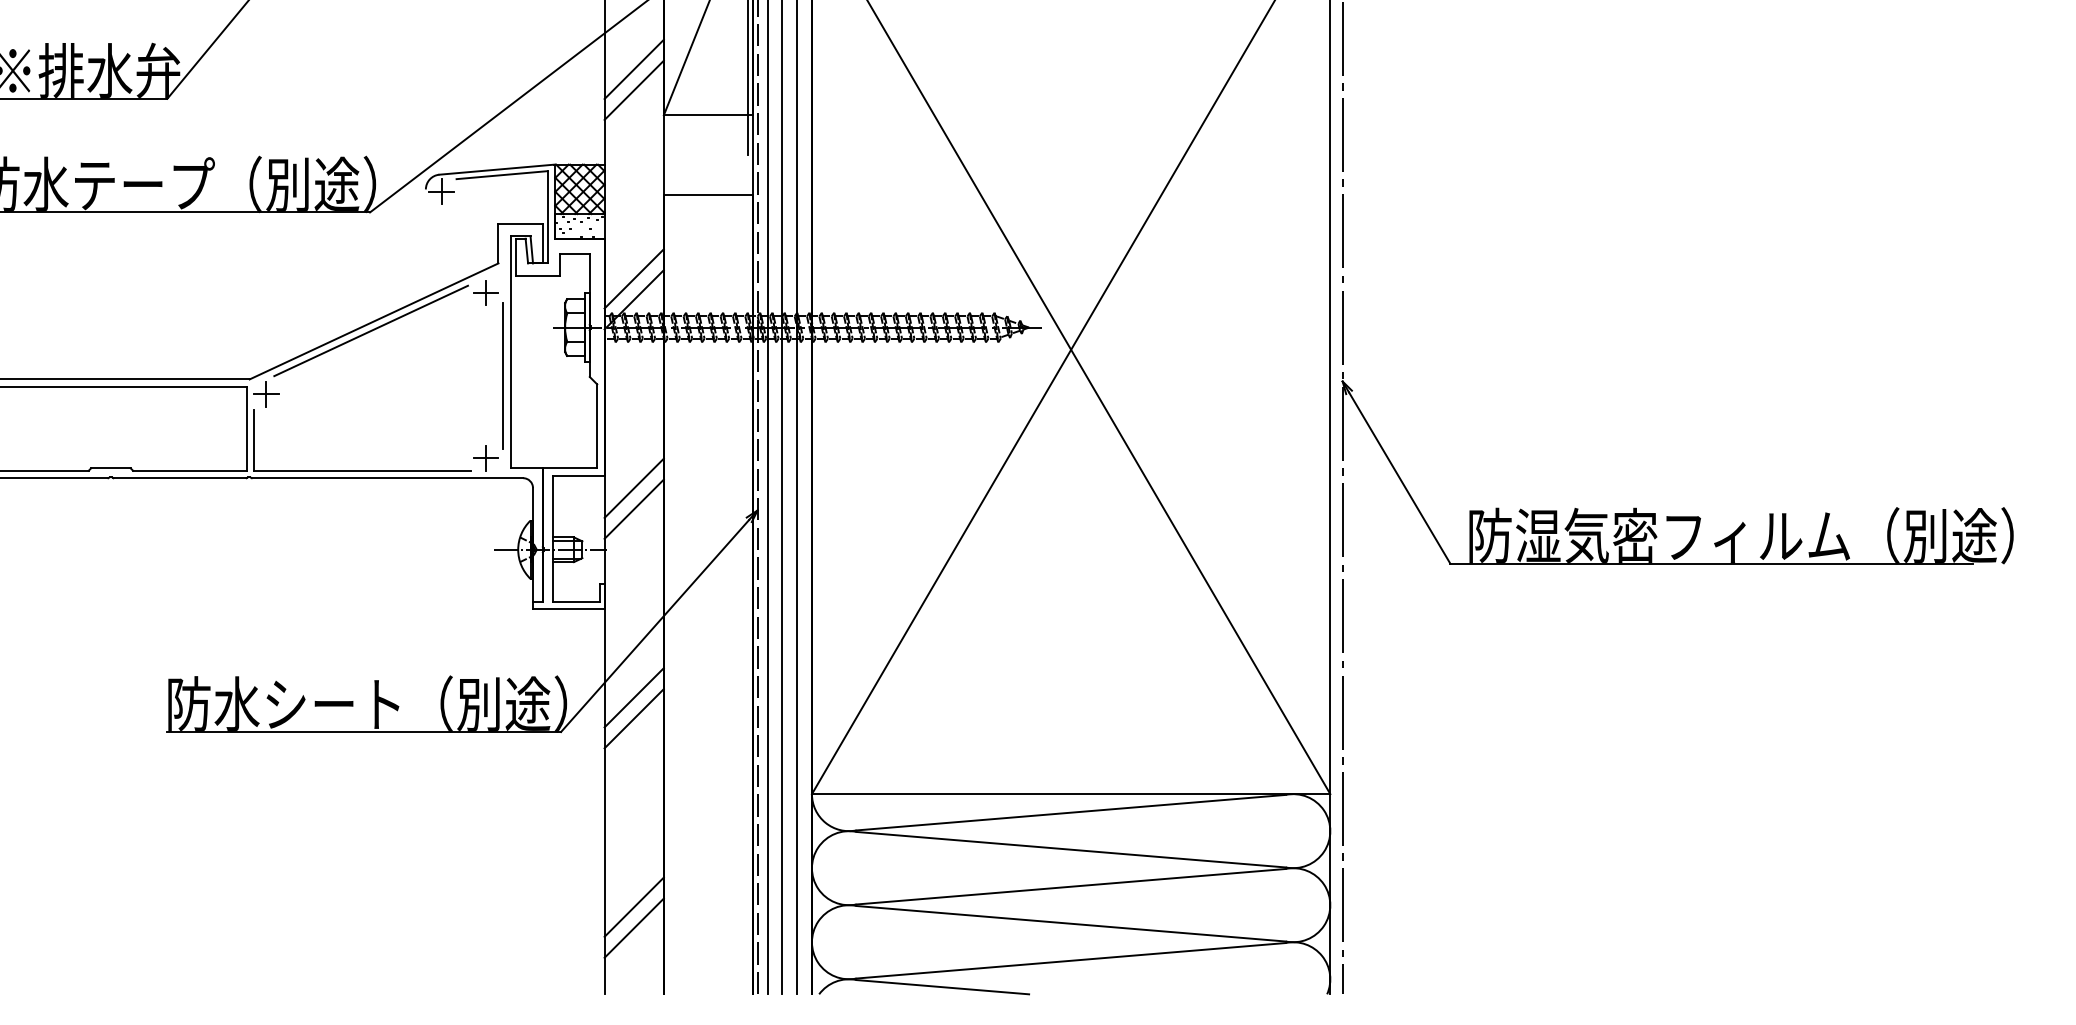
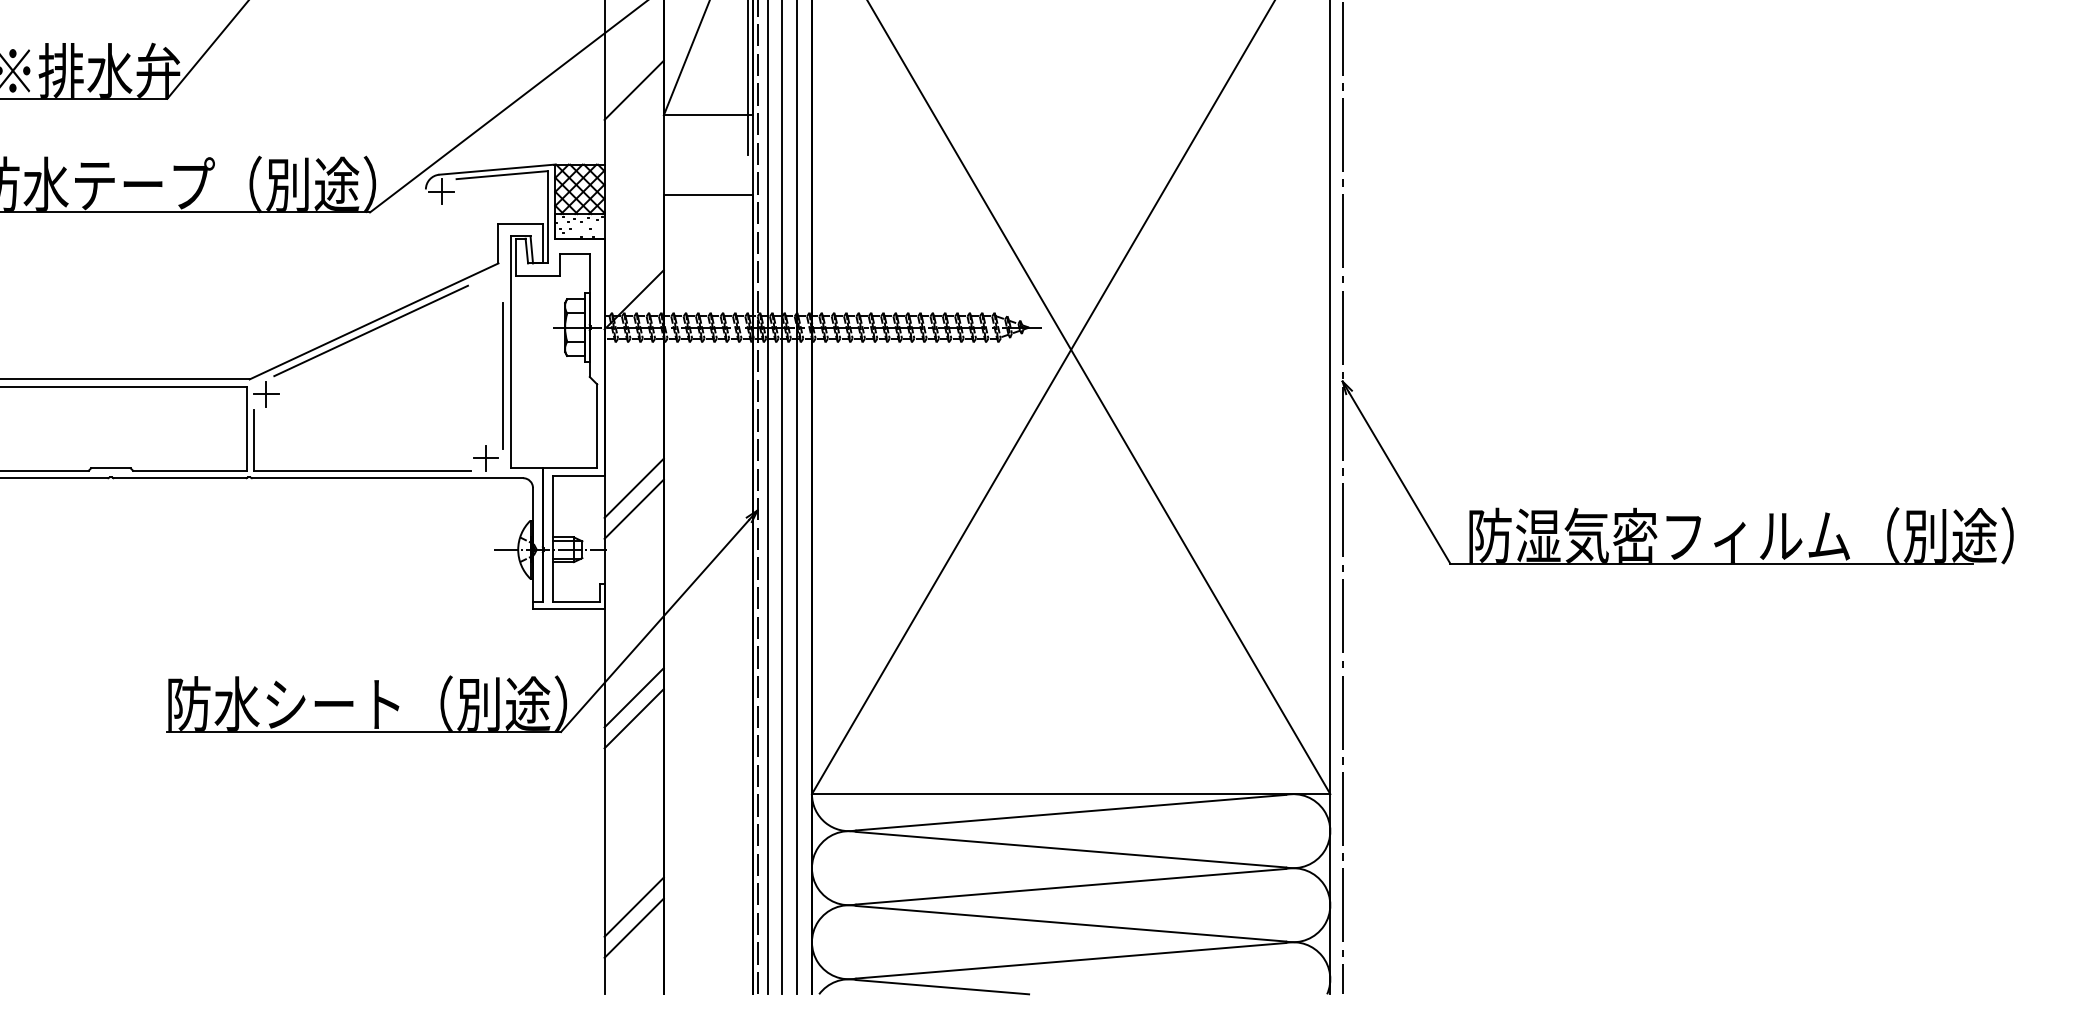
line at (633, 69): present -> none
line at (633, 278): present -> none
part at (485, 292): present -> none
